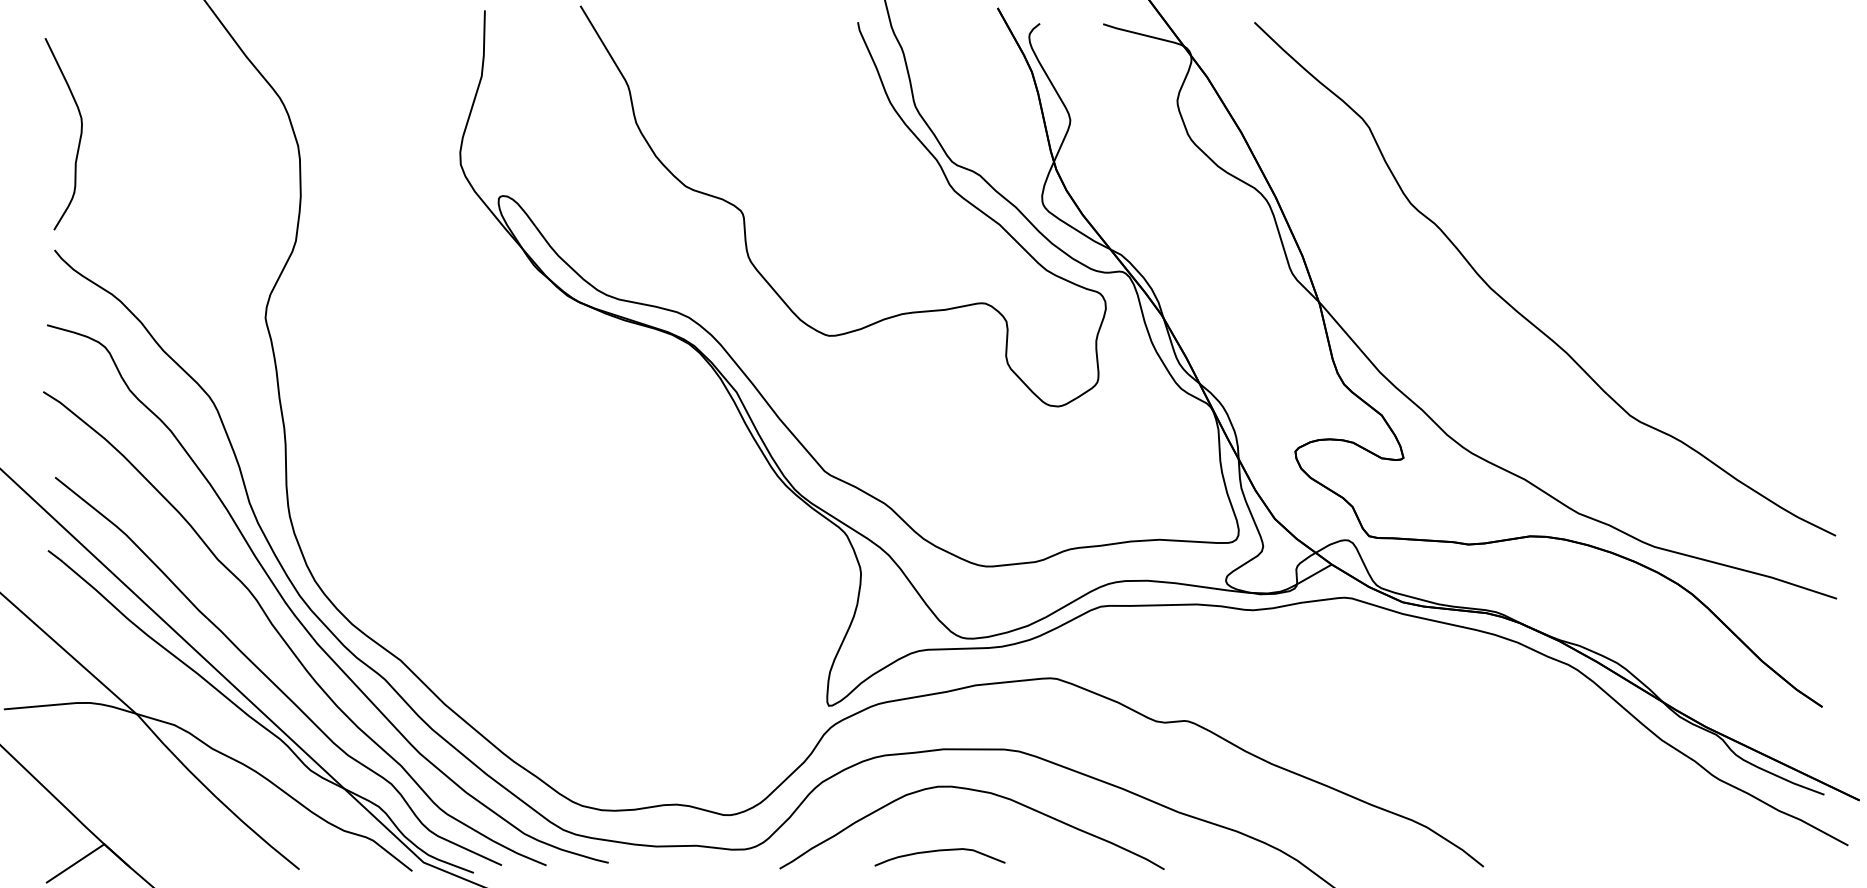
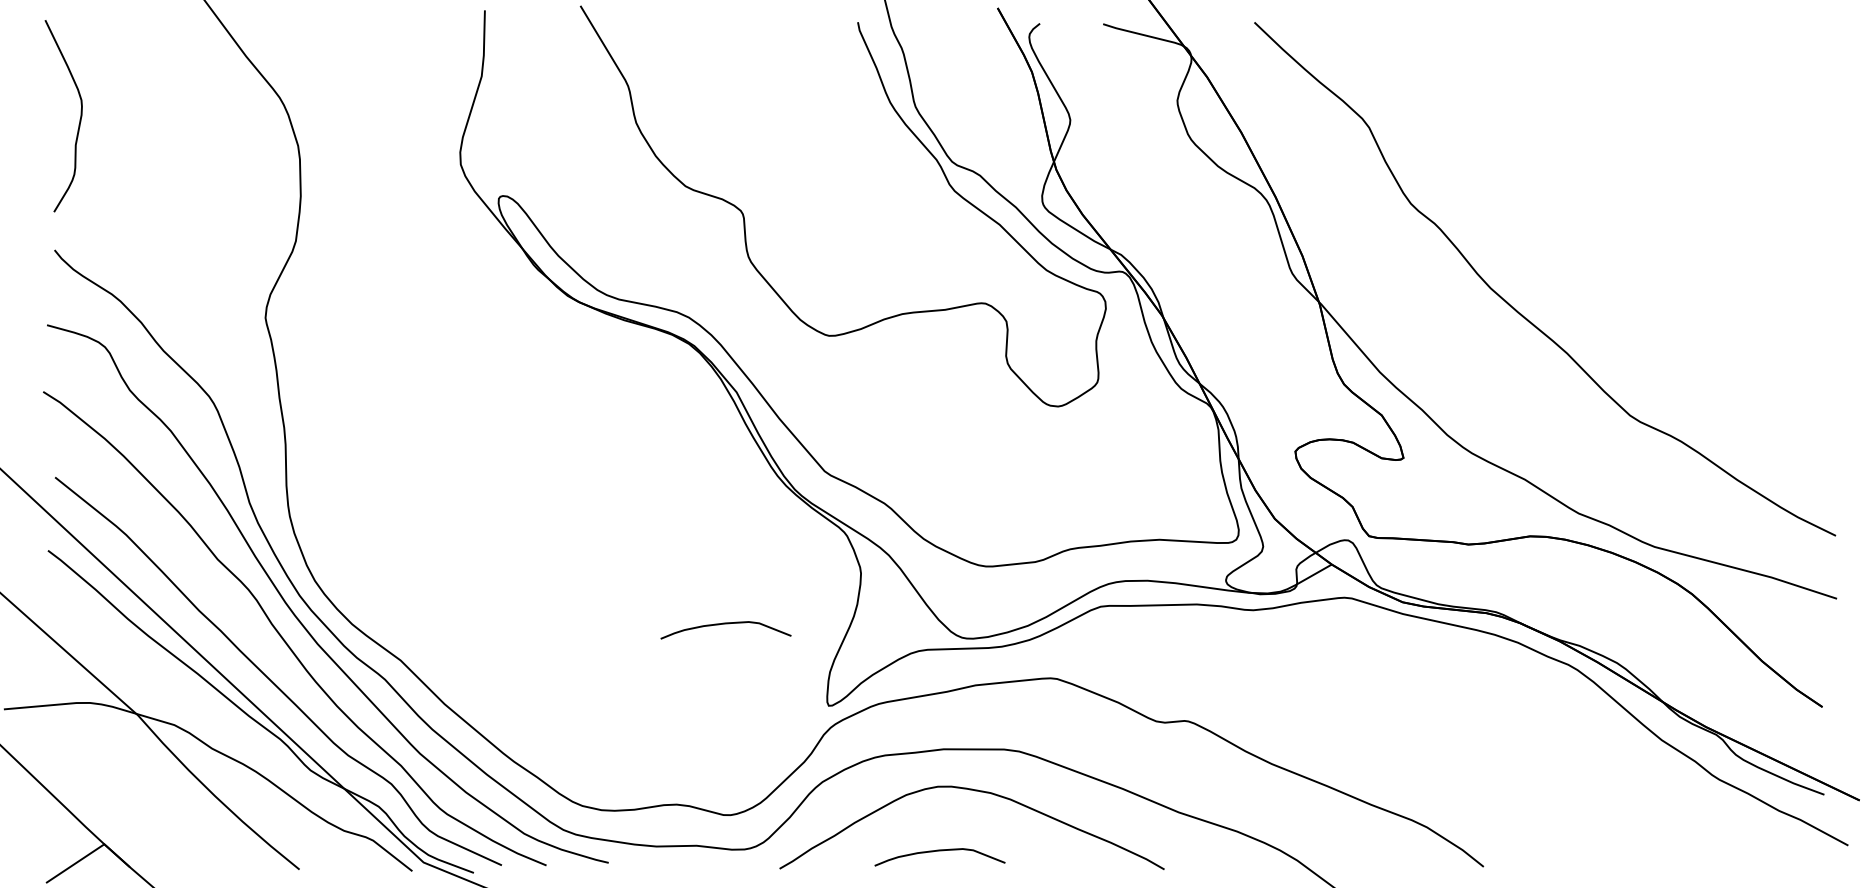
curve at (79, 137) position: (79, 137) -> (79, 119)
curve at (725, 624): none -> present
